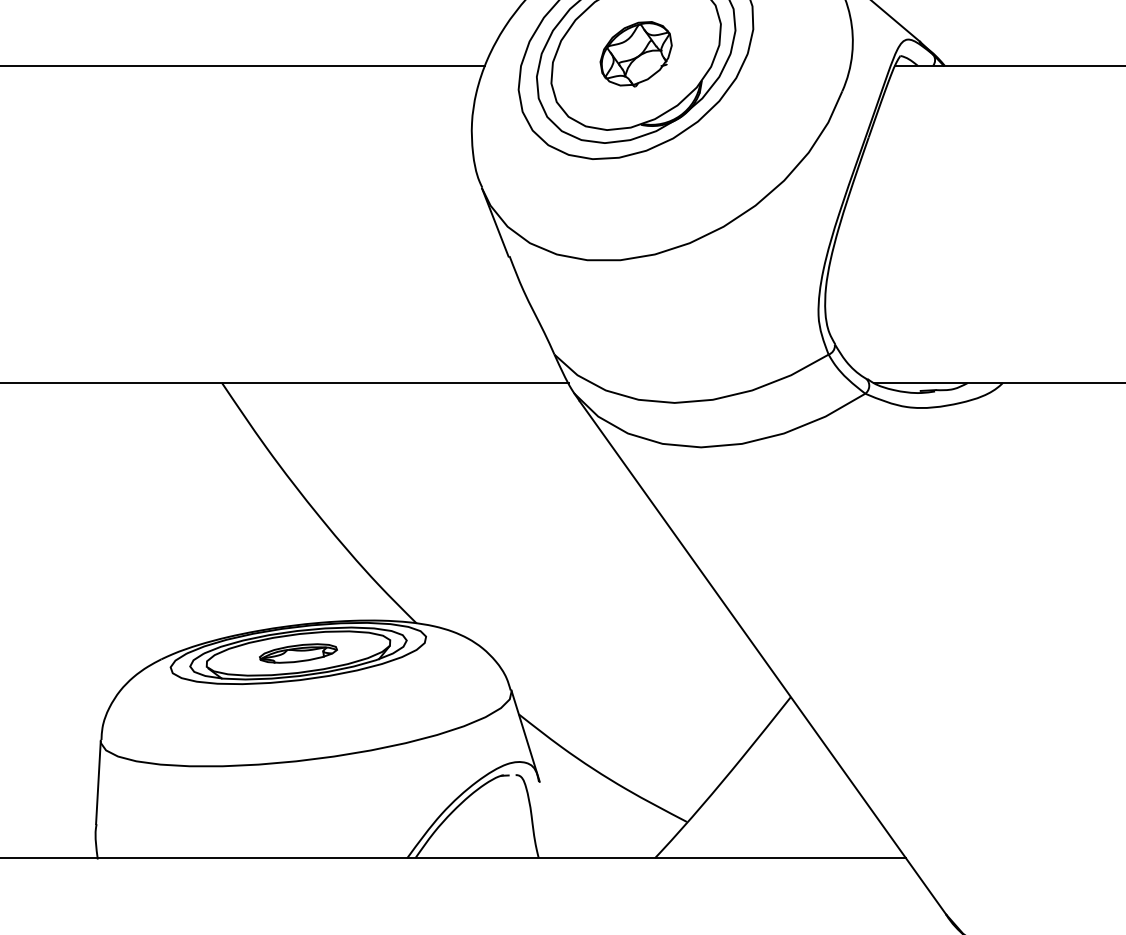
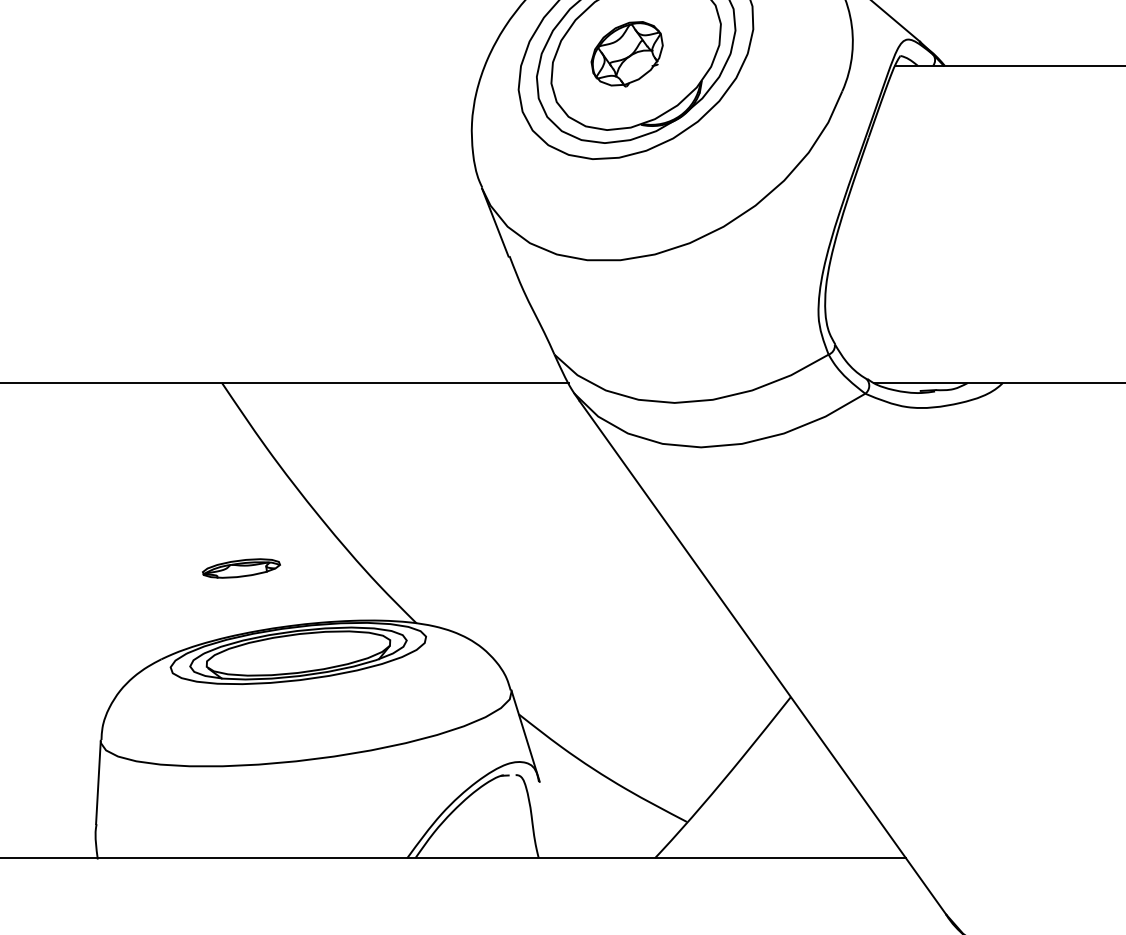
part at (635, 54) position: (635, 54) -> (626, 54)
line at (243, 65): present -> none
part at (298, 653) position: (298, 653) -> (241, 568)
